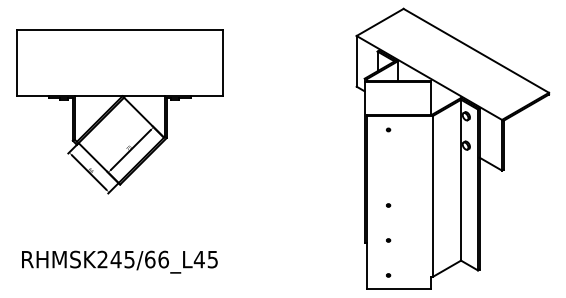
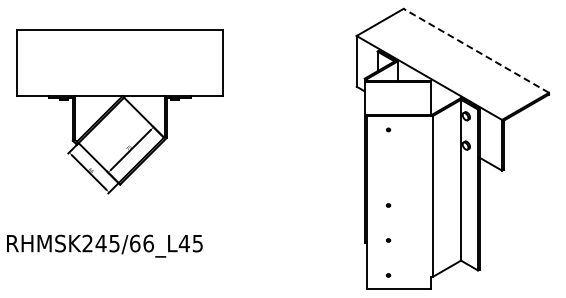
line at (476, 50): solid -> dashed
text at (119, 261) position: (119, 261) -> (104, 245)
